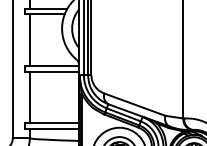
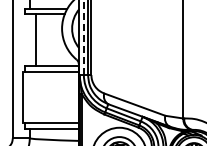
line at (83, 37): solid -> dashed
line at (29, 40) position: (29, 40) -> (35, 40)
line at (29, 97) position: (29, 97) -> (22, 97)
